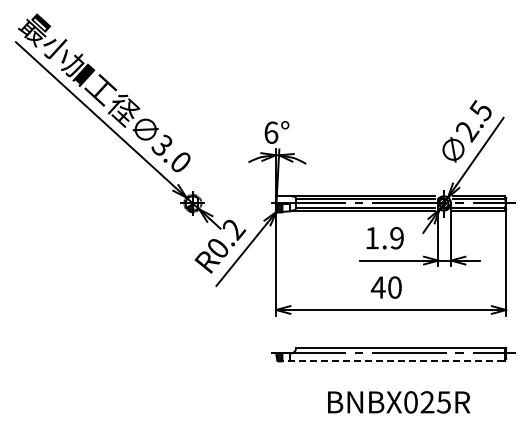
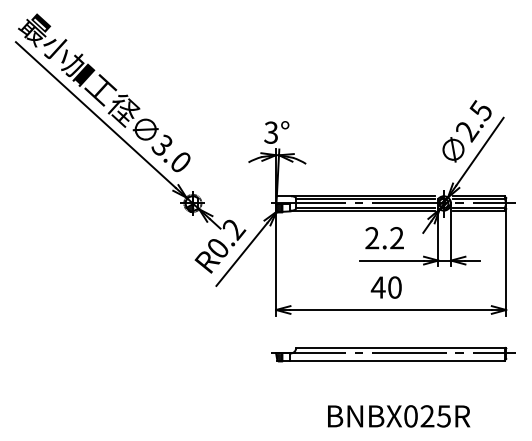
text at (271, 132): 6° -> 3°
text at (384, 238): 1.9 -> 2.2
line at (390, 360): dashed -> solid
text at (399, 402) position: (399, 402) -> (399, 416)
